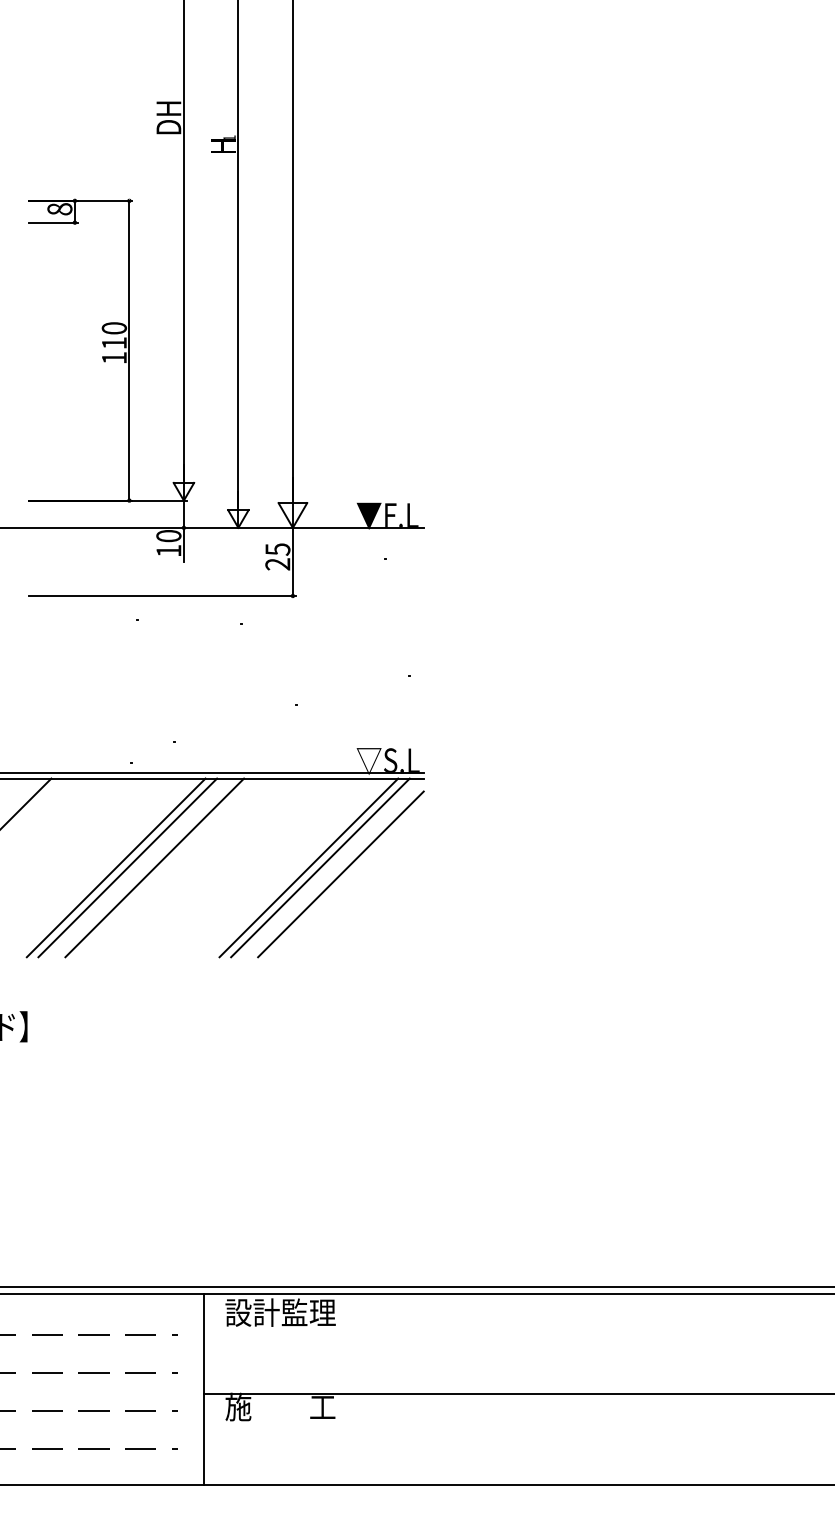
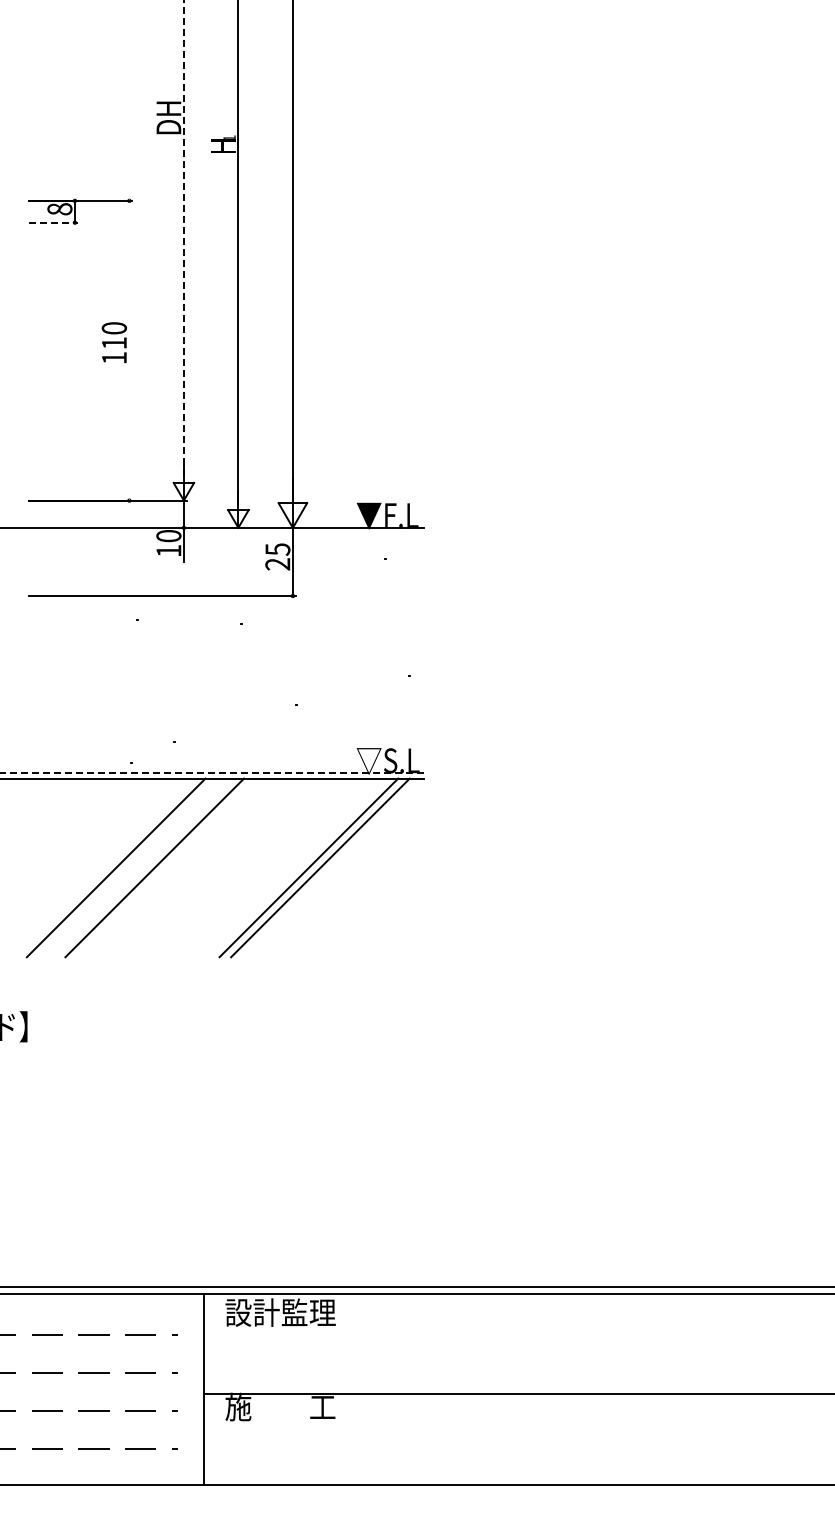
line at (53, 222): solid -> dashed
line at (183, 240): solid -> dashed
line at (129, 350): present -> none
line at (211, 773): solid -> dashed
line at (26, 802): present -> none
line at (127, 867): present -> none
line at (340, 874): present -> none
